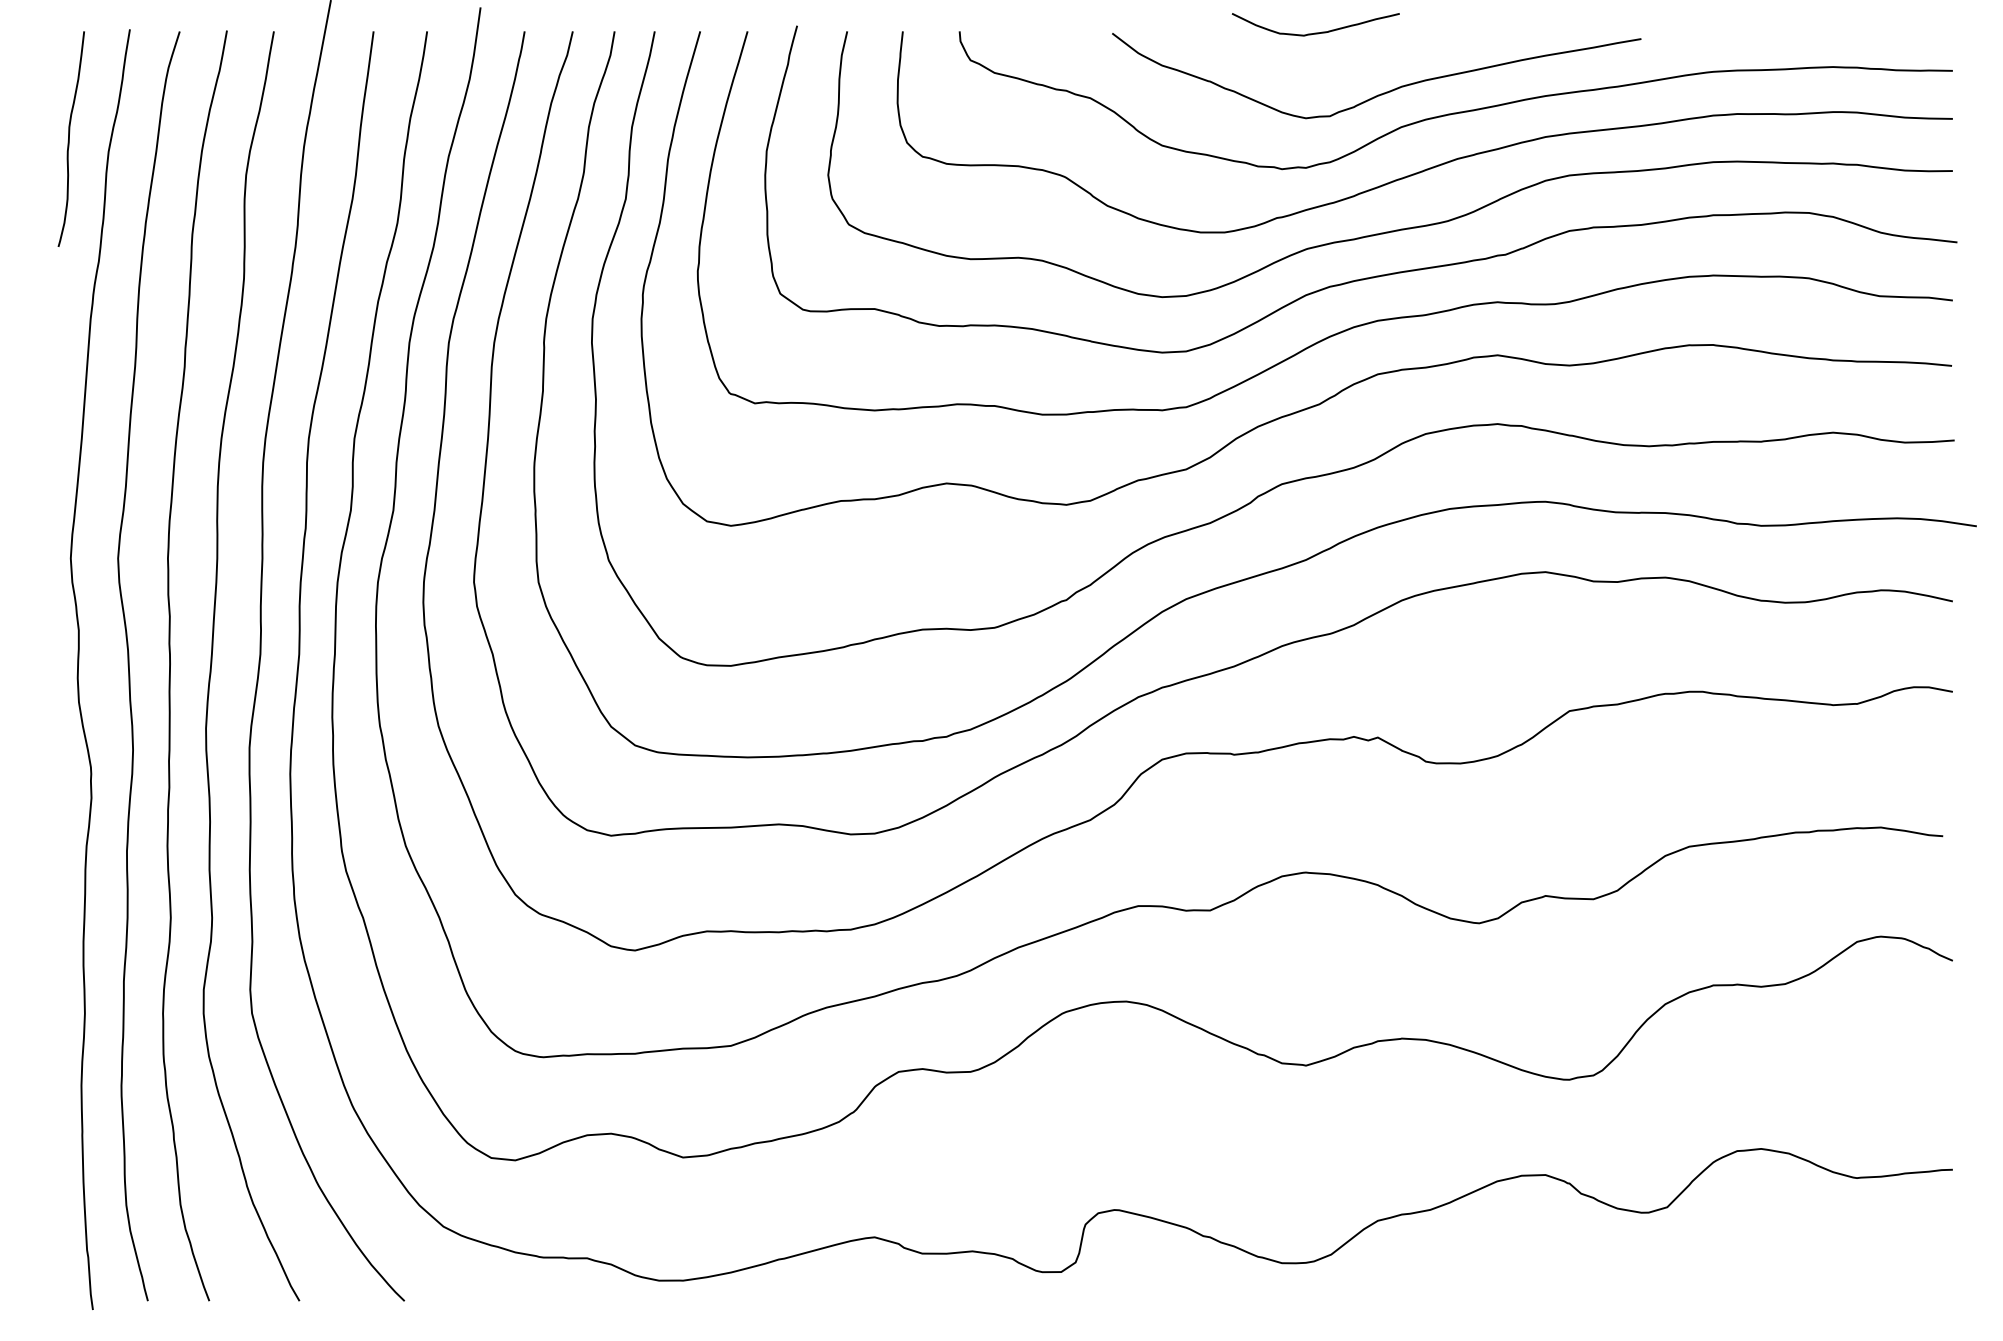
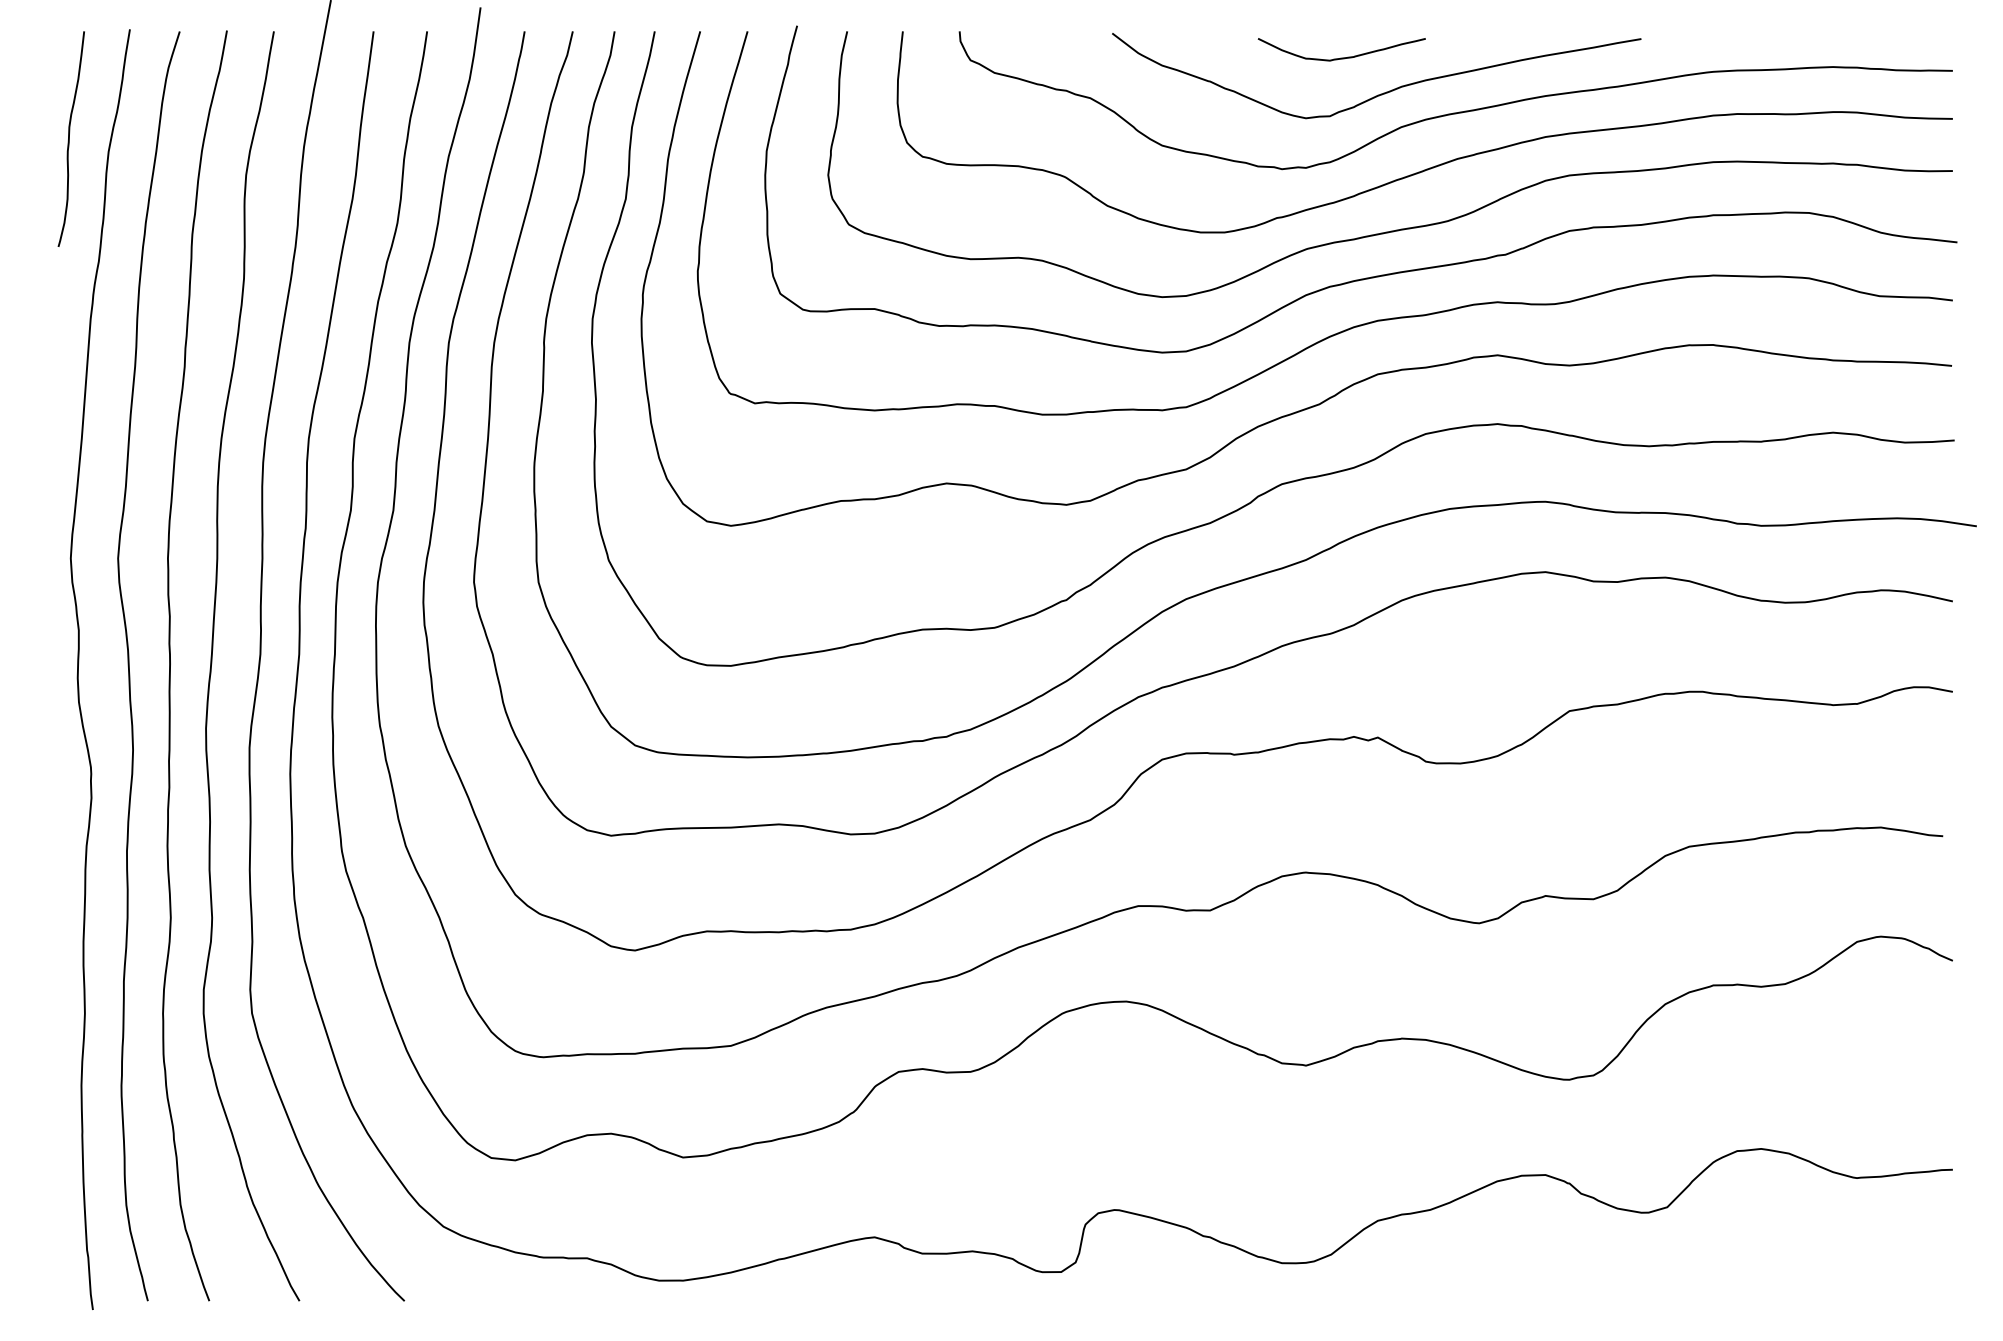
curve at (1315, 32) position: (1315, 32) -> (1341, 57)
